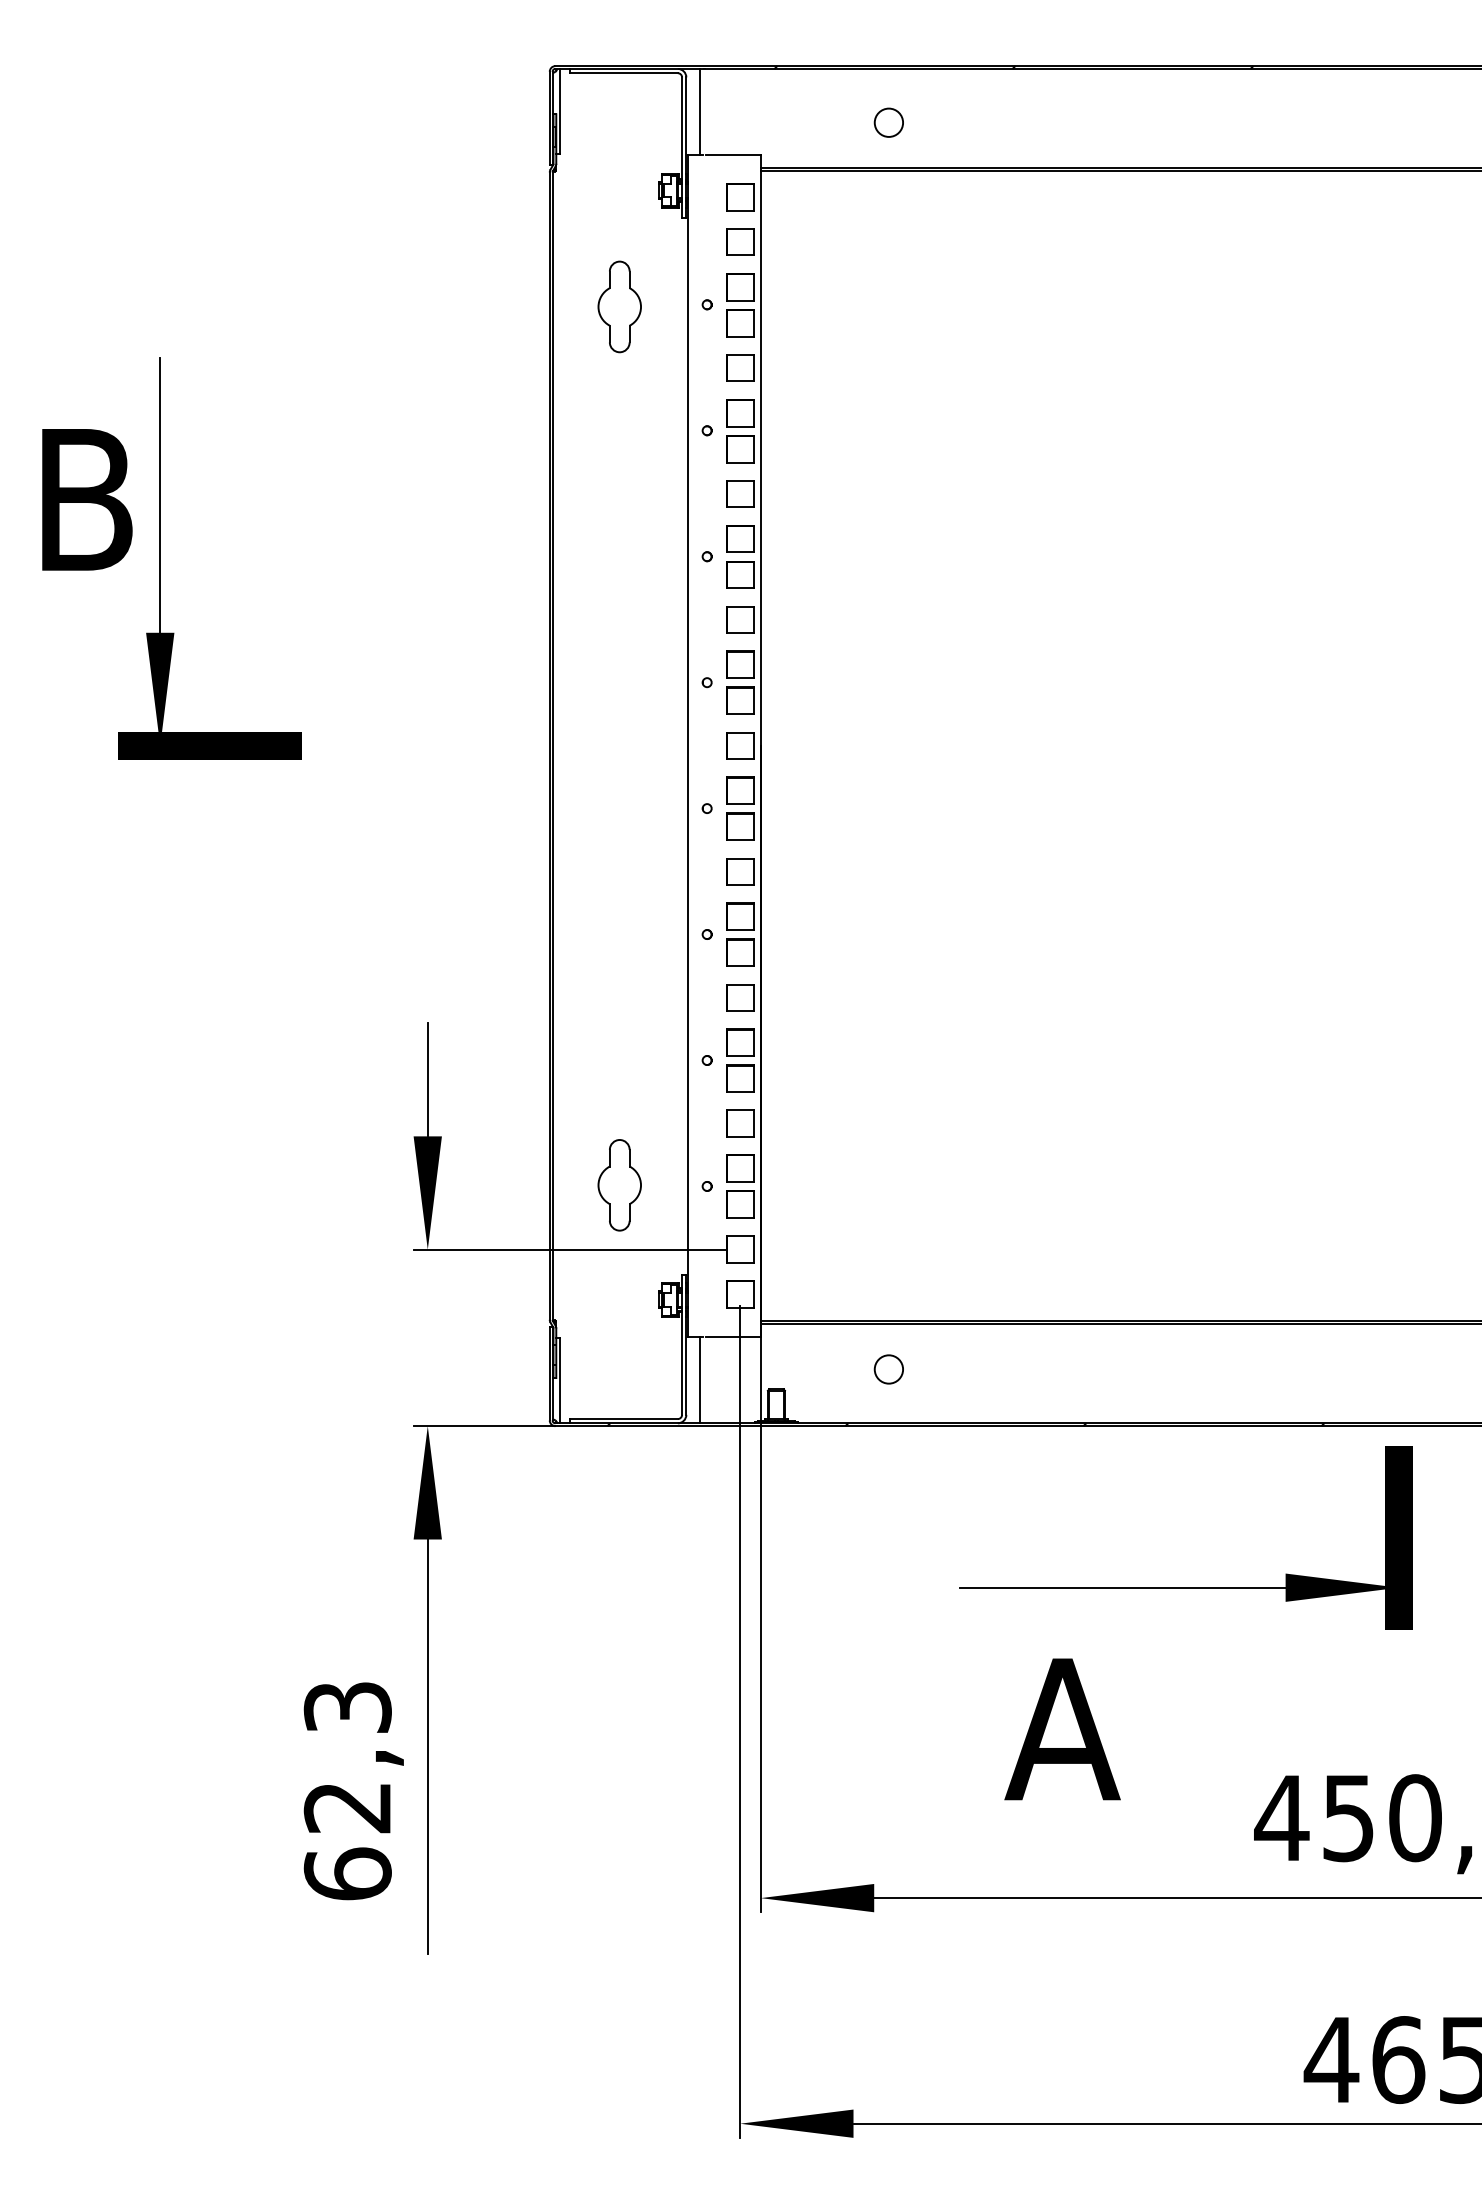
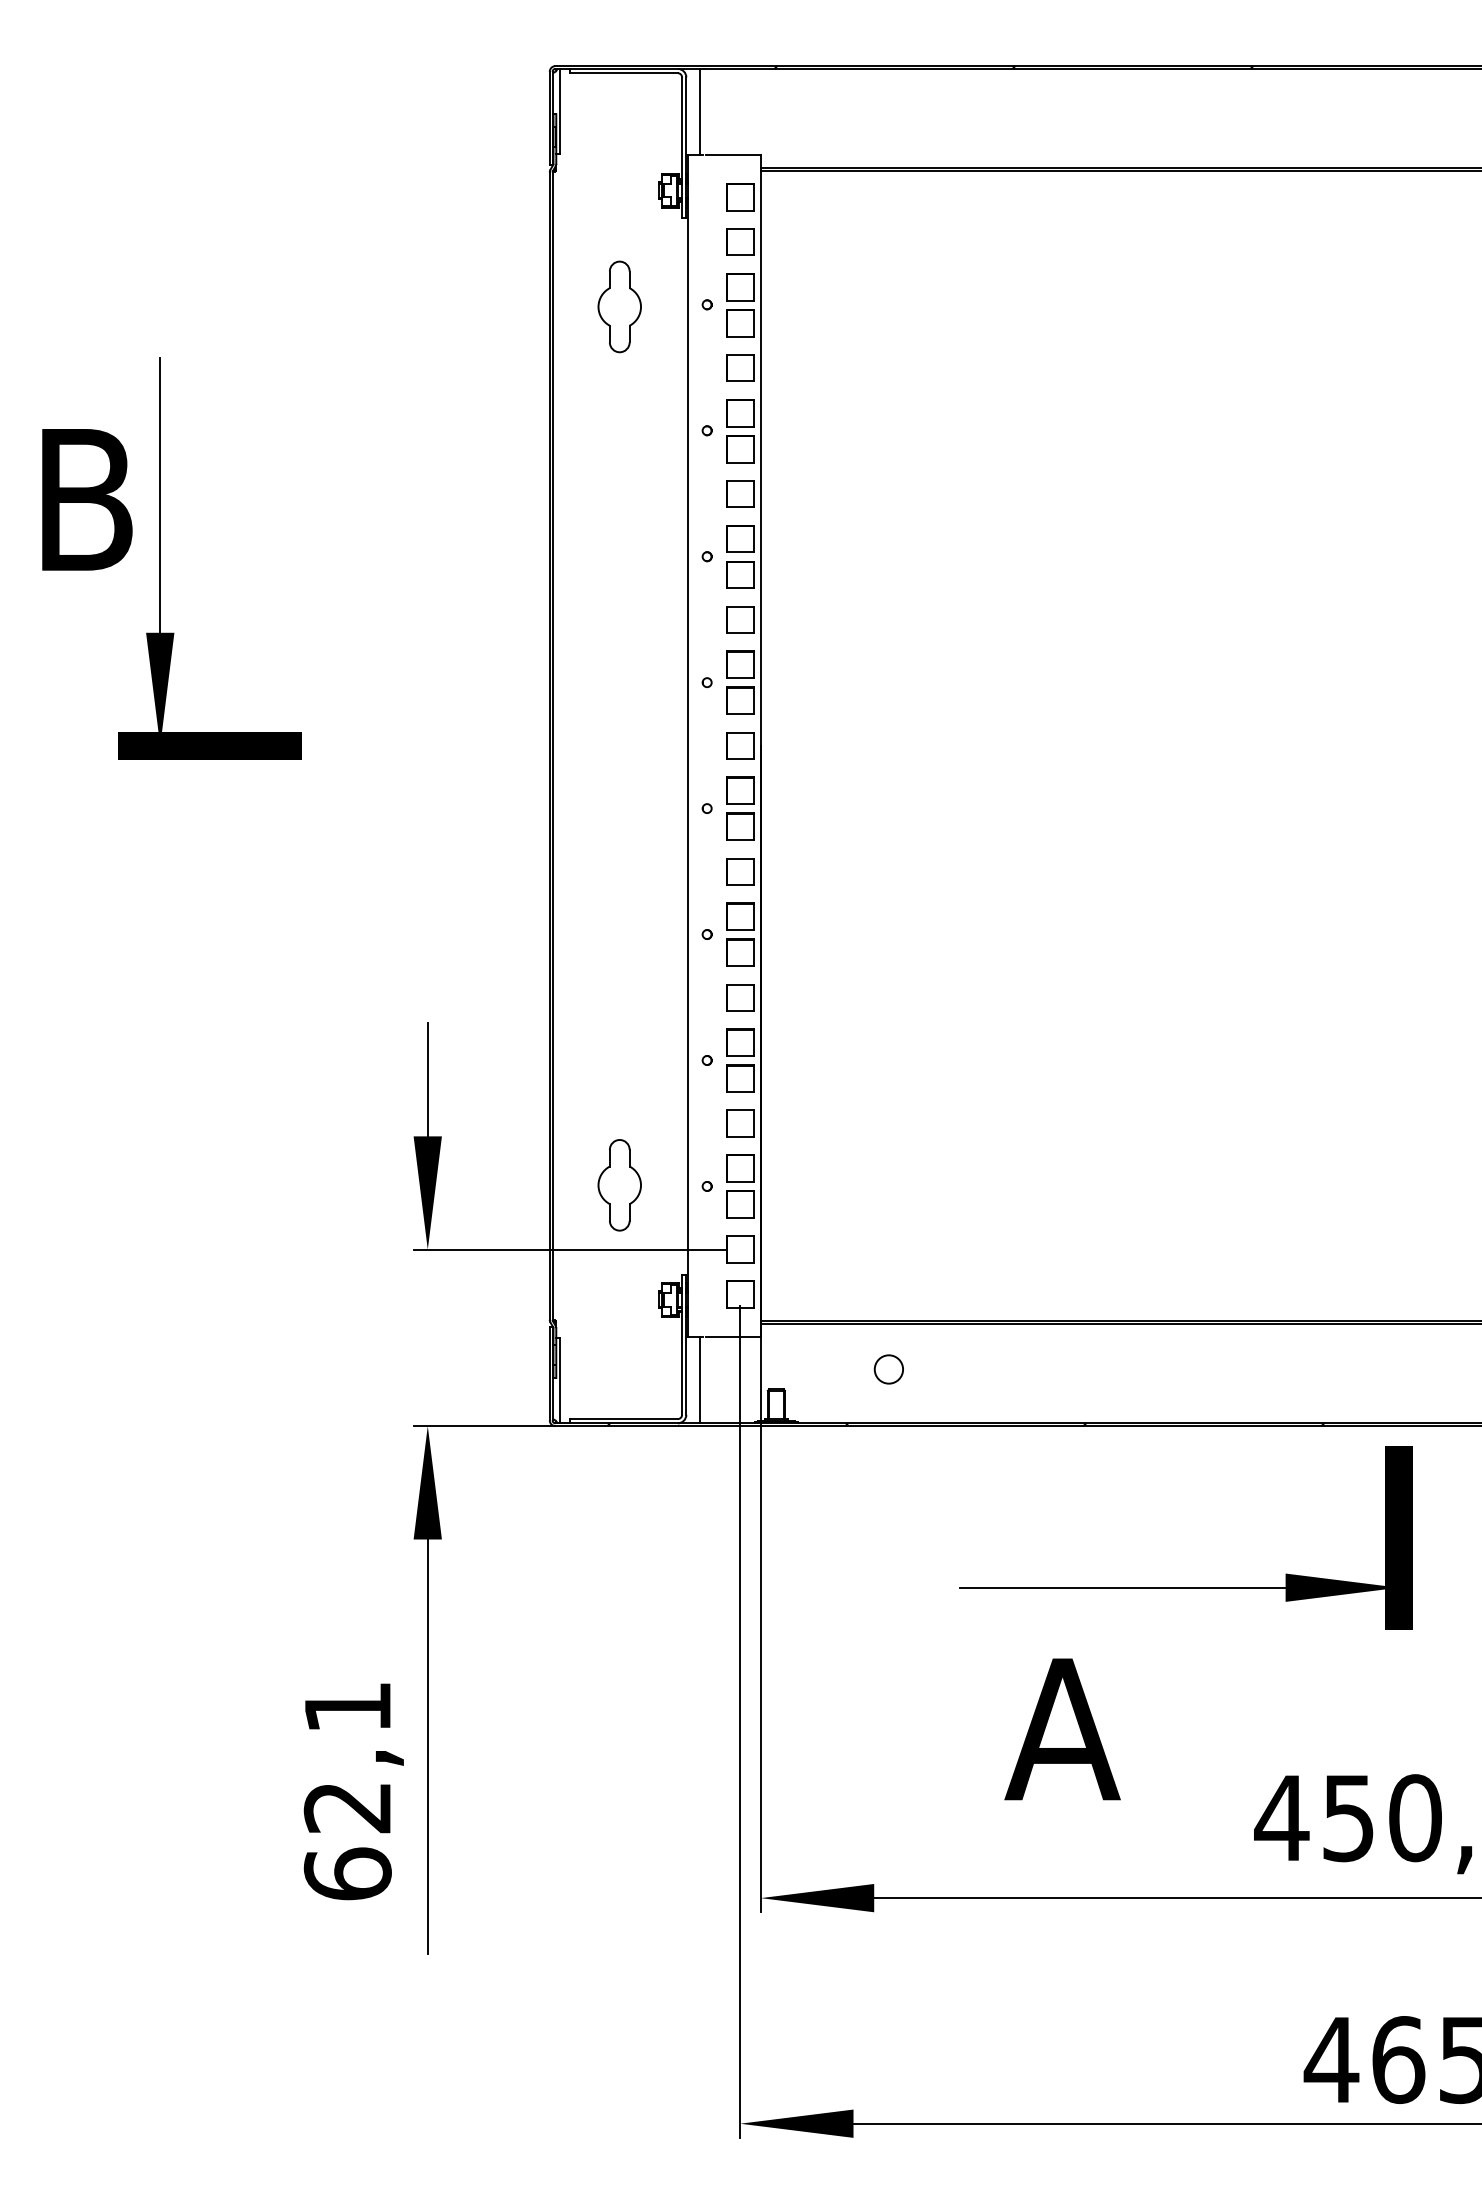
circle at (888, 122): present -> none
text at (347, 1707): 62,3 -> 62,1
